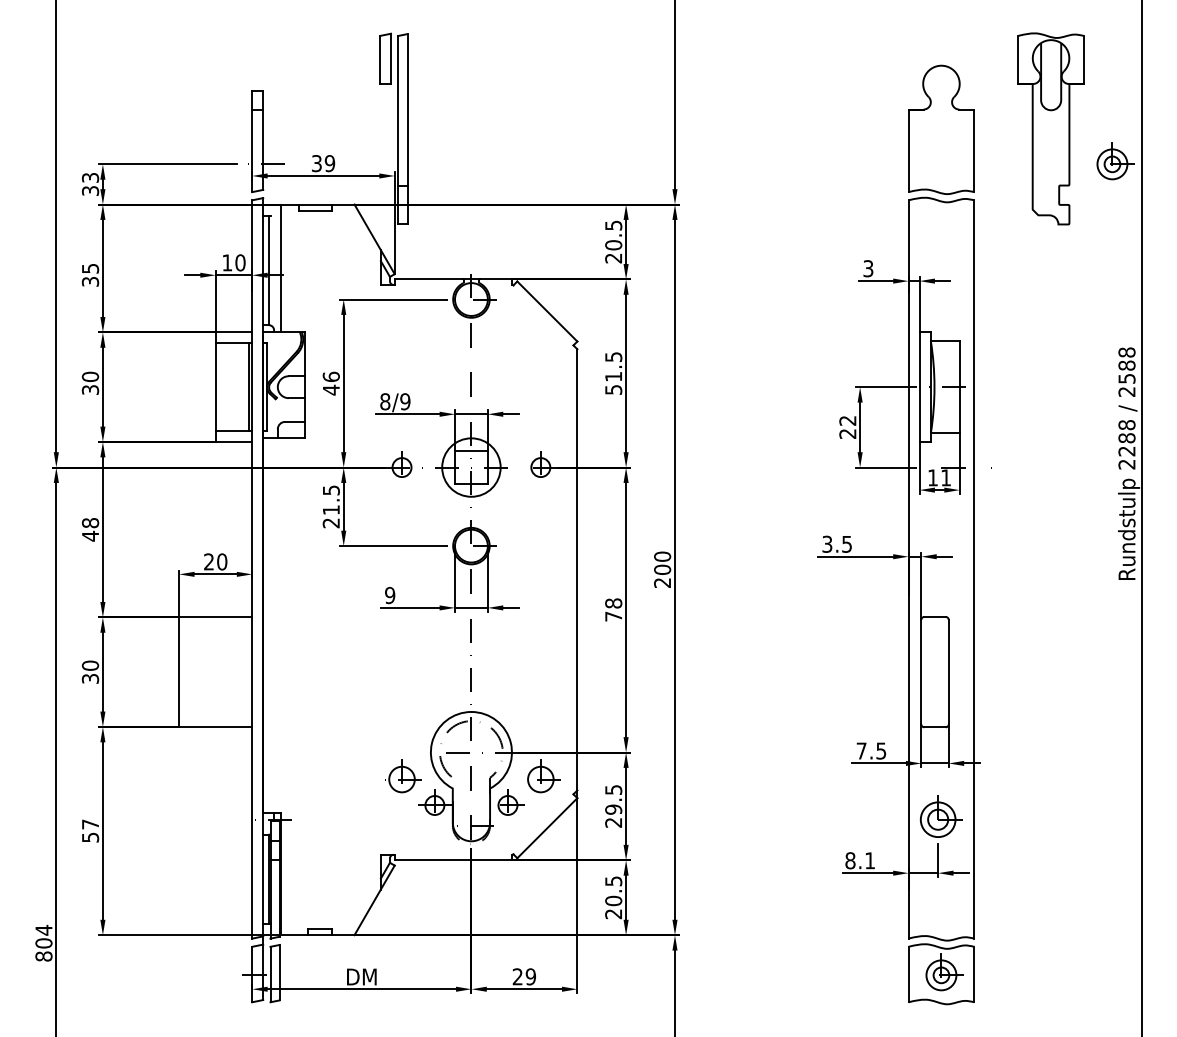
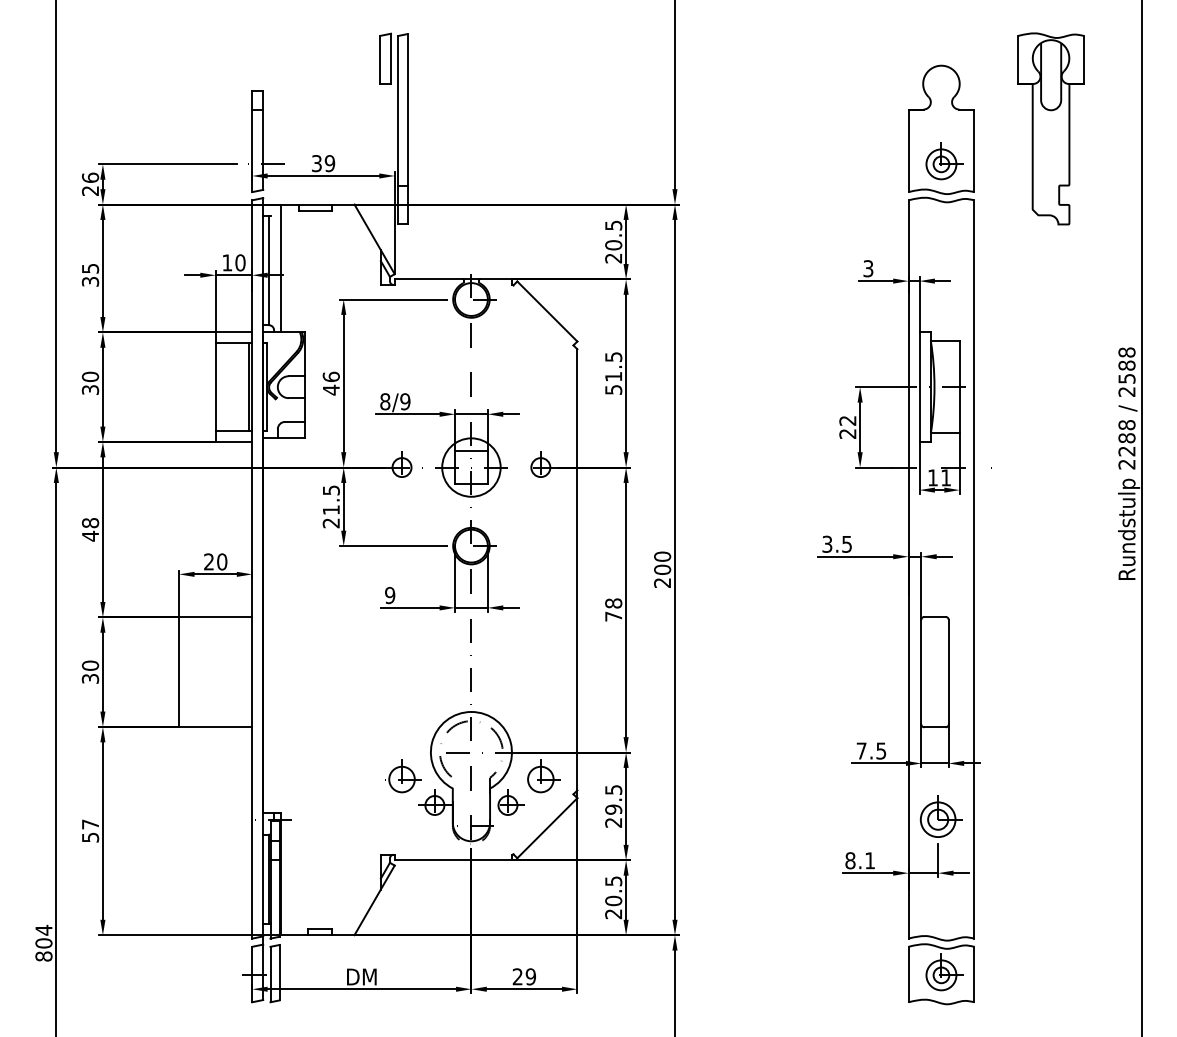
part at (1115, 161) position: (1115, 161) -> (944, 161)
text at (90, 183): 33 -> 26
